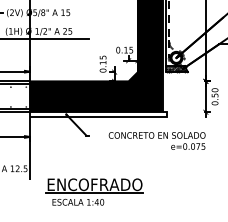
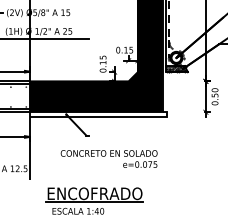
text at (156, 140) position: (156, 140) -> (108, 158)
part at (94, 191) position: (94, 191) -> (94, 200)
